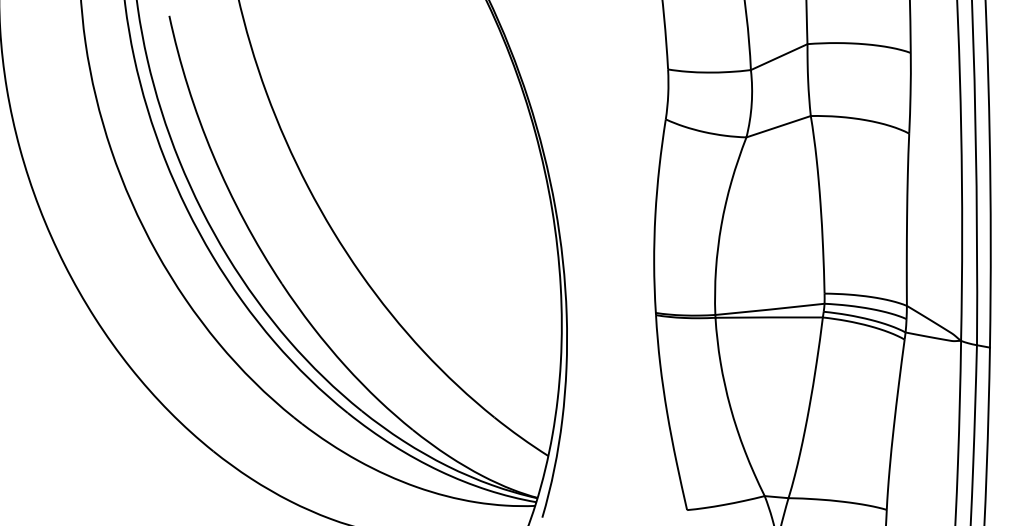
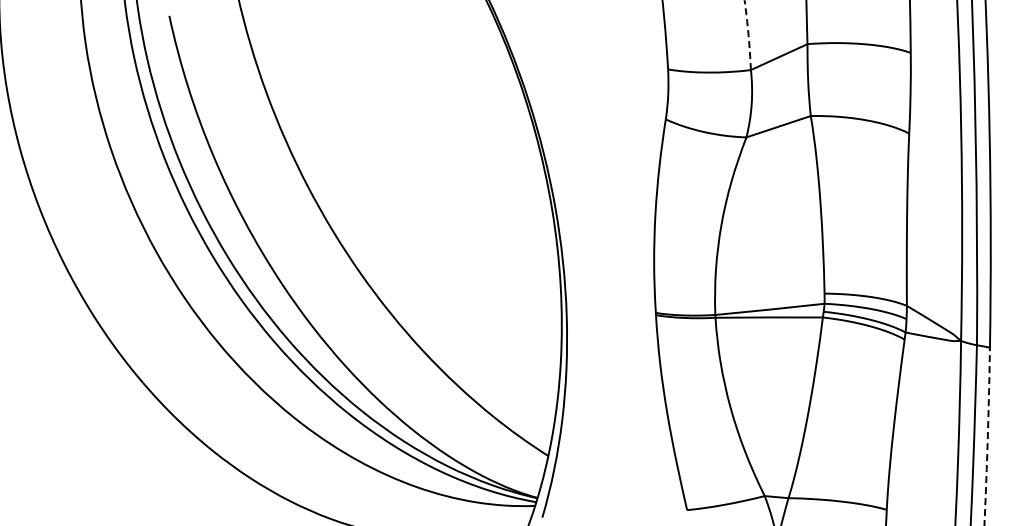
arc at (748, 35): solid -> dashed
arc at (987, 436): solid -> dashed
